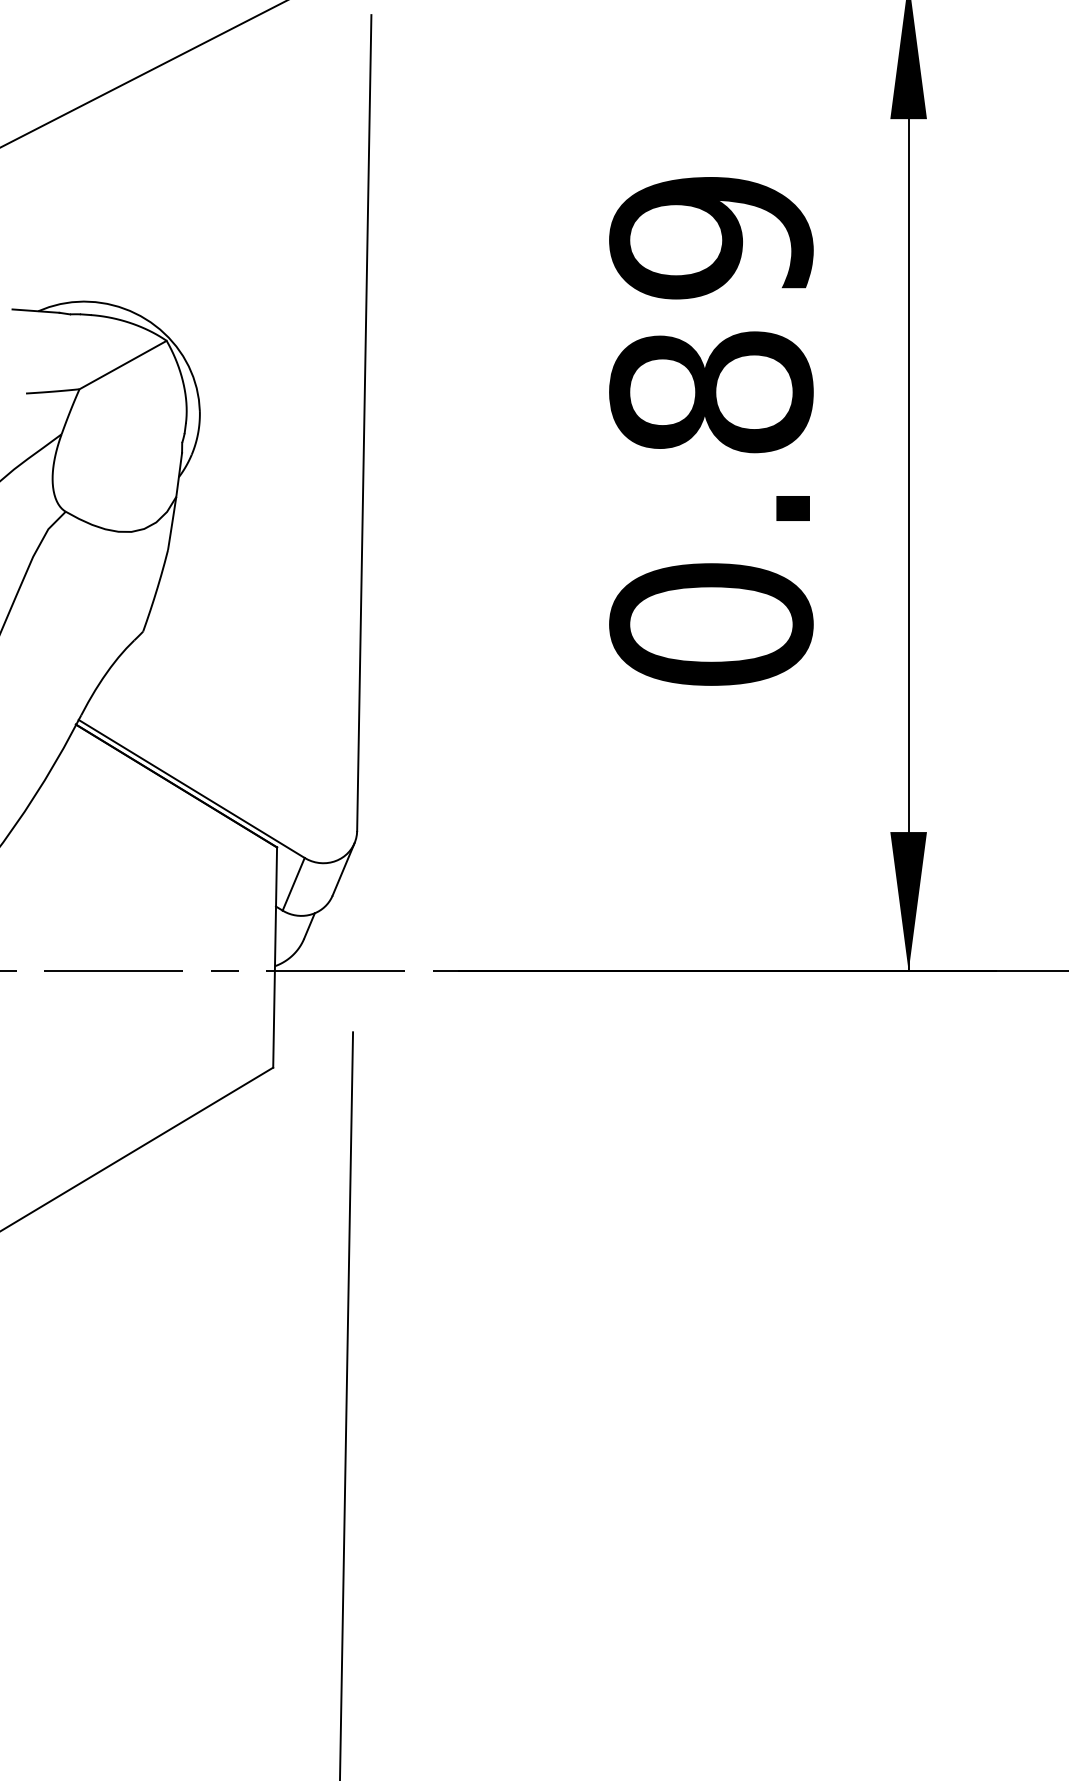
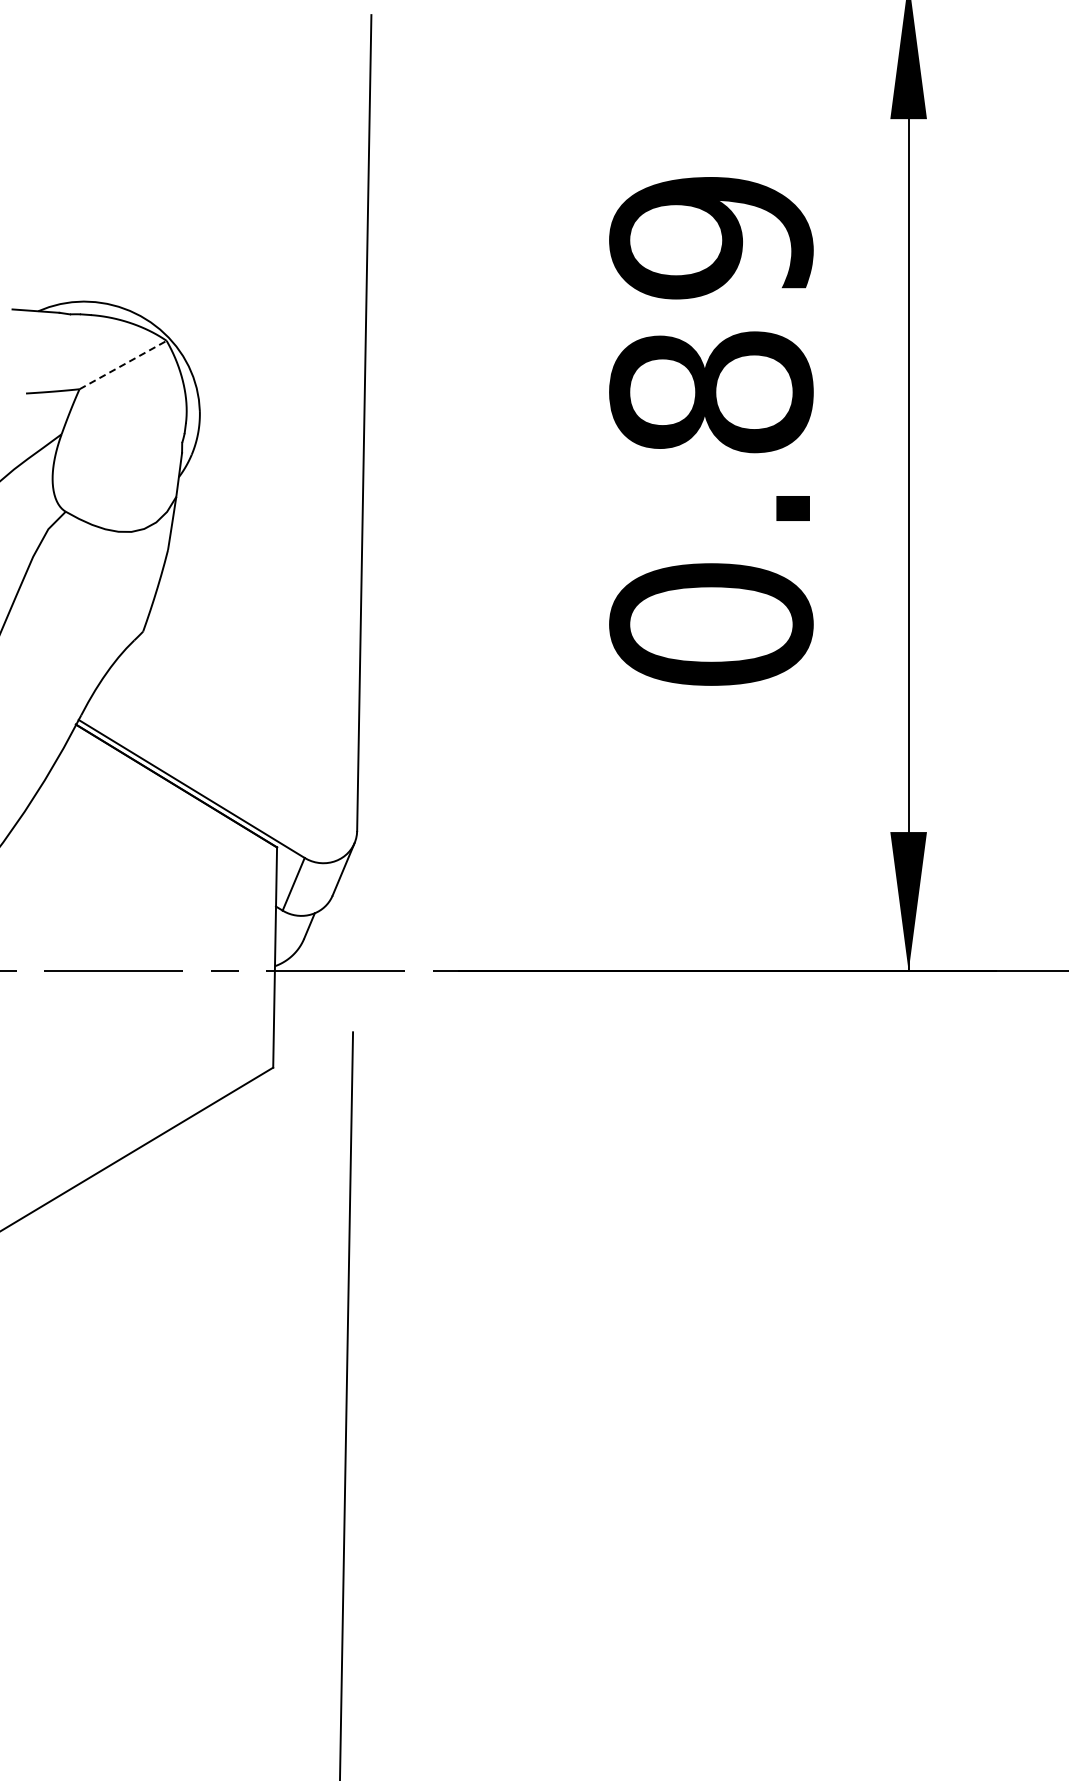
line at (142, 74): present -> none
line at (123, 365): solid -> dashed
